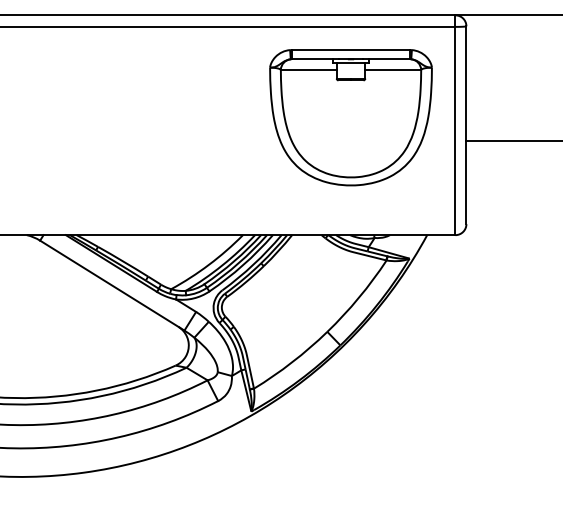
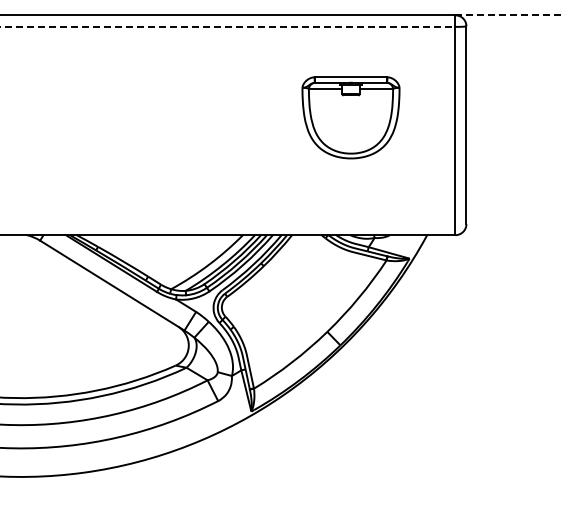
line at (509, 15): solid -> dashed
line at (228, 26): solid -> dashed
part at (350, 117) size: 164x138 px -> 100x84 px
line at (512, 140): present -> none
